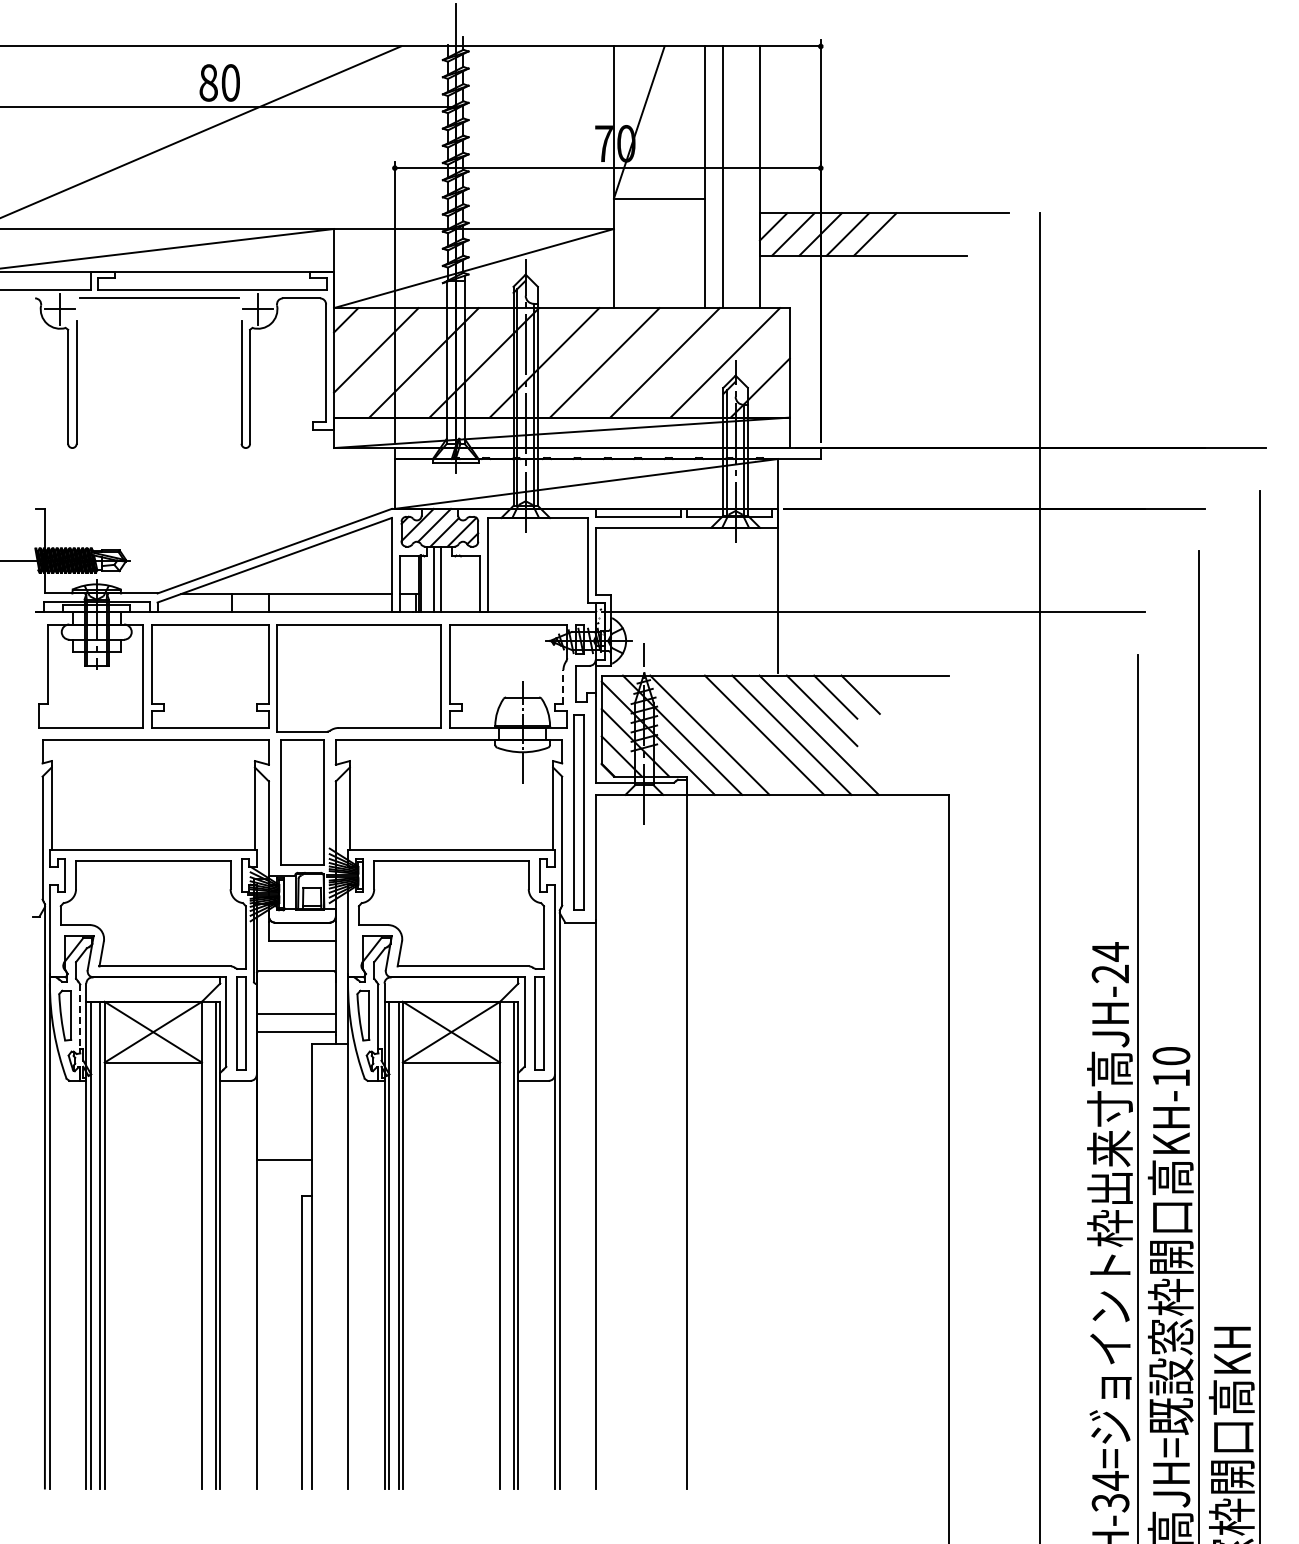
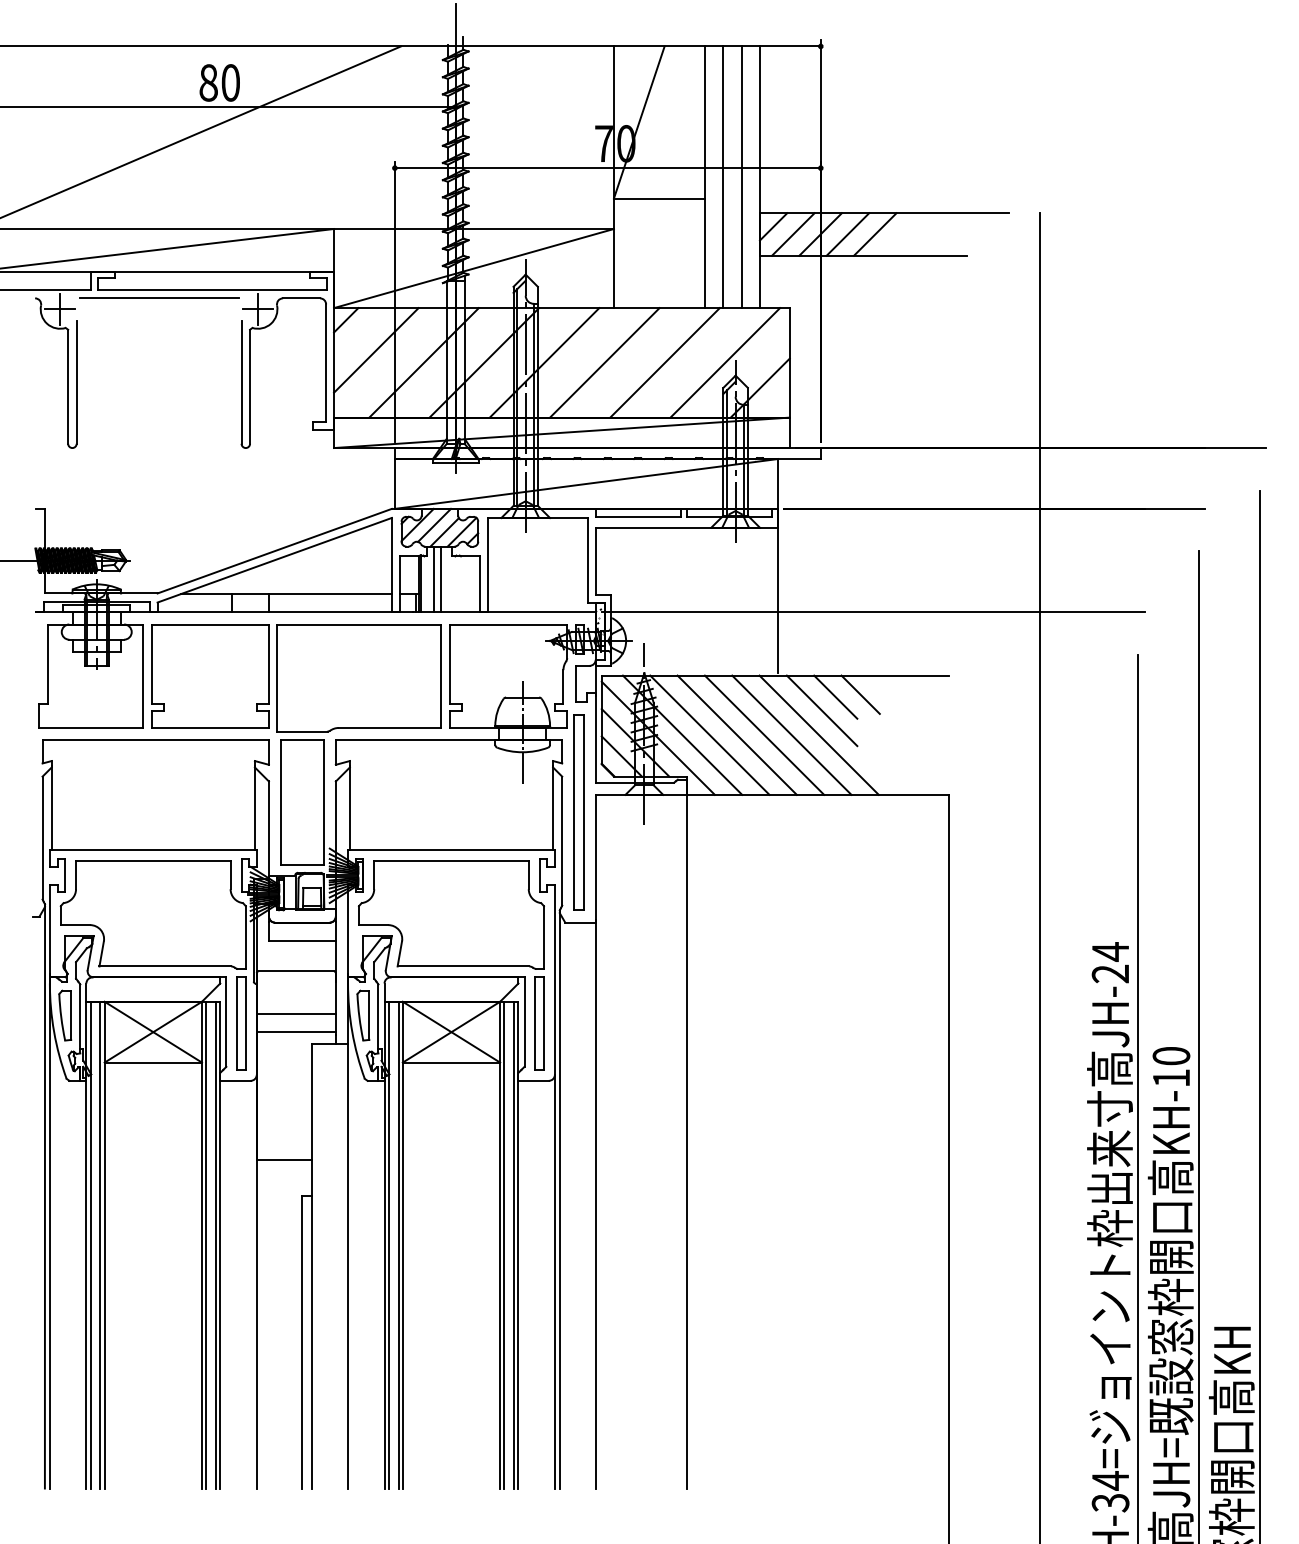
line at (741, 177): none -> present
line at (563, 686): dashed -> solid
line at (736, 734): none -> present
line at (80, 1017): dashed -> solid
line at (206, 1244): none -> present
line at (504, 1244): none -> present
